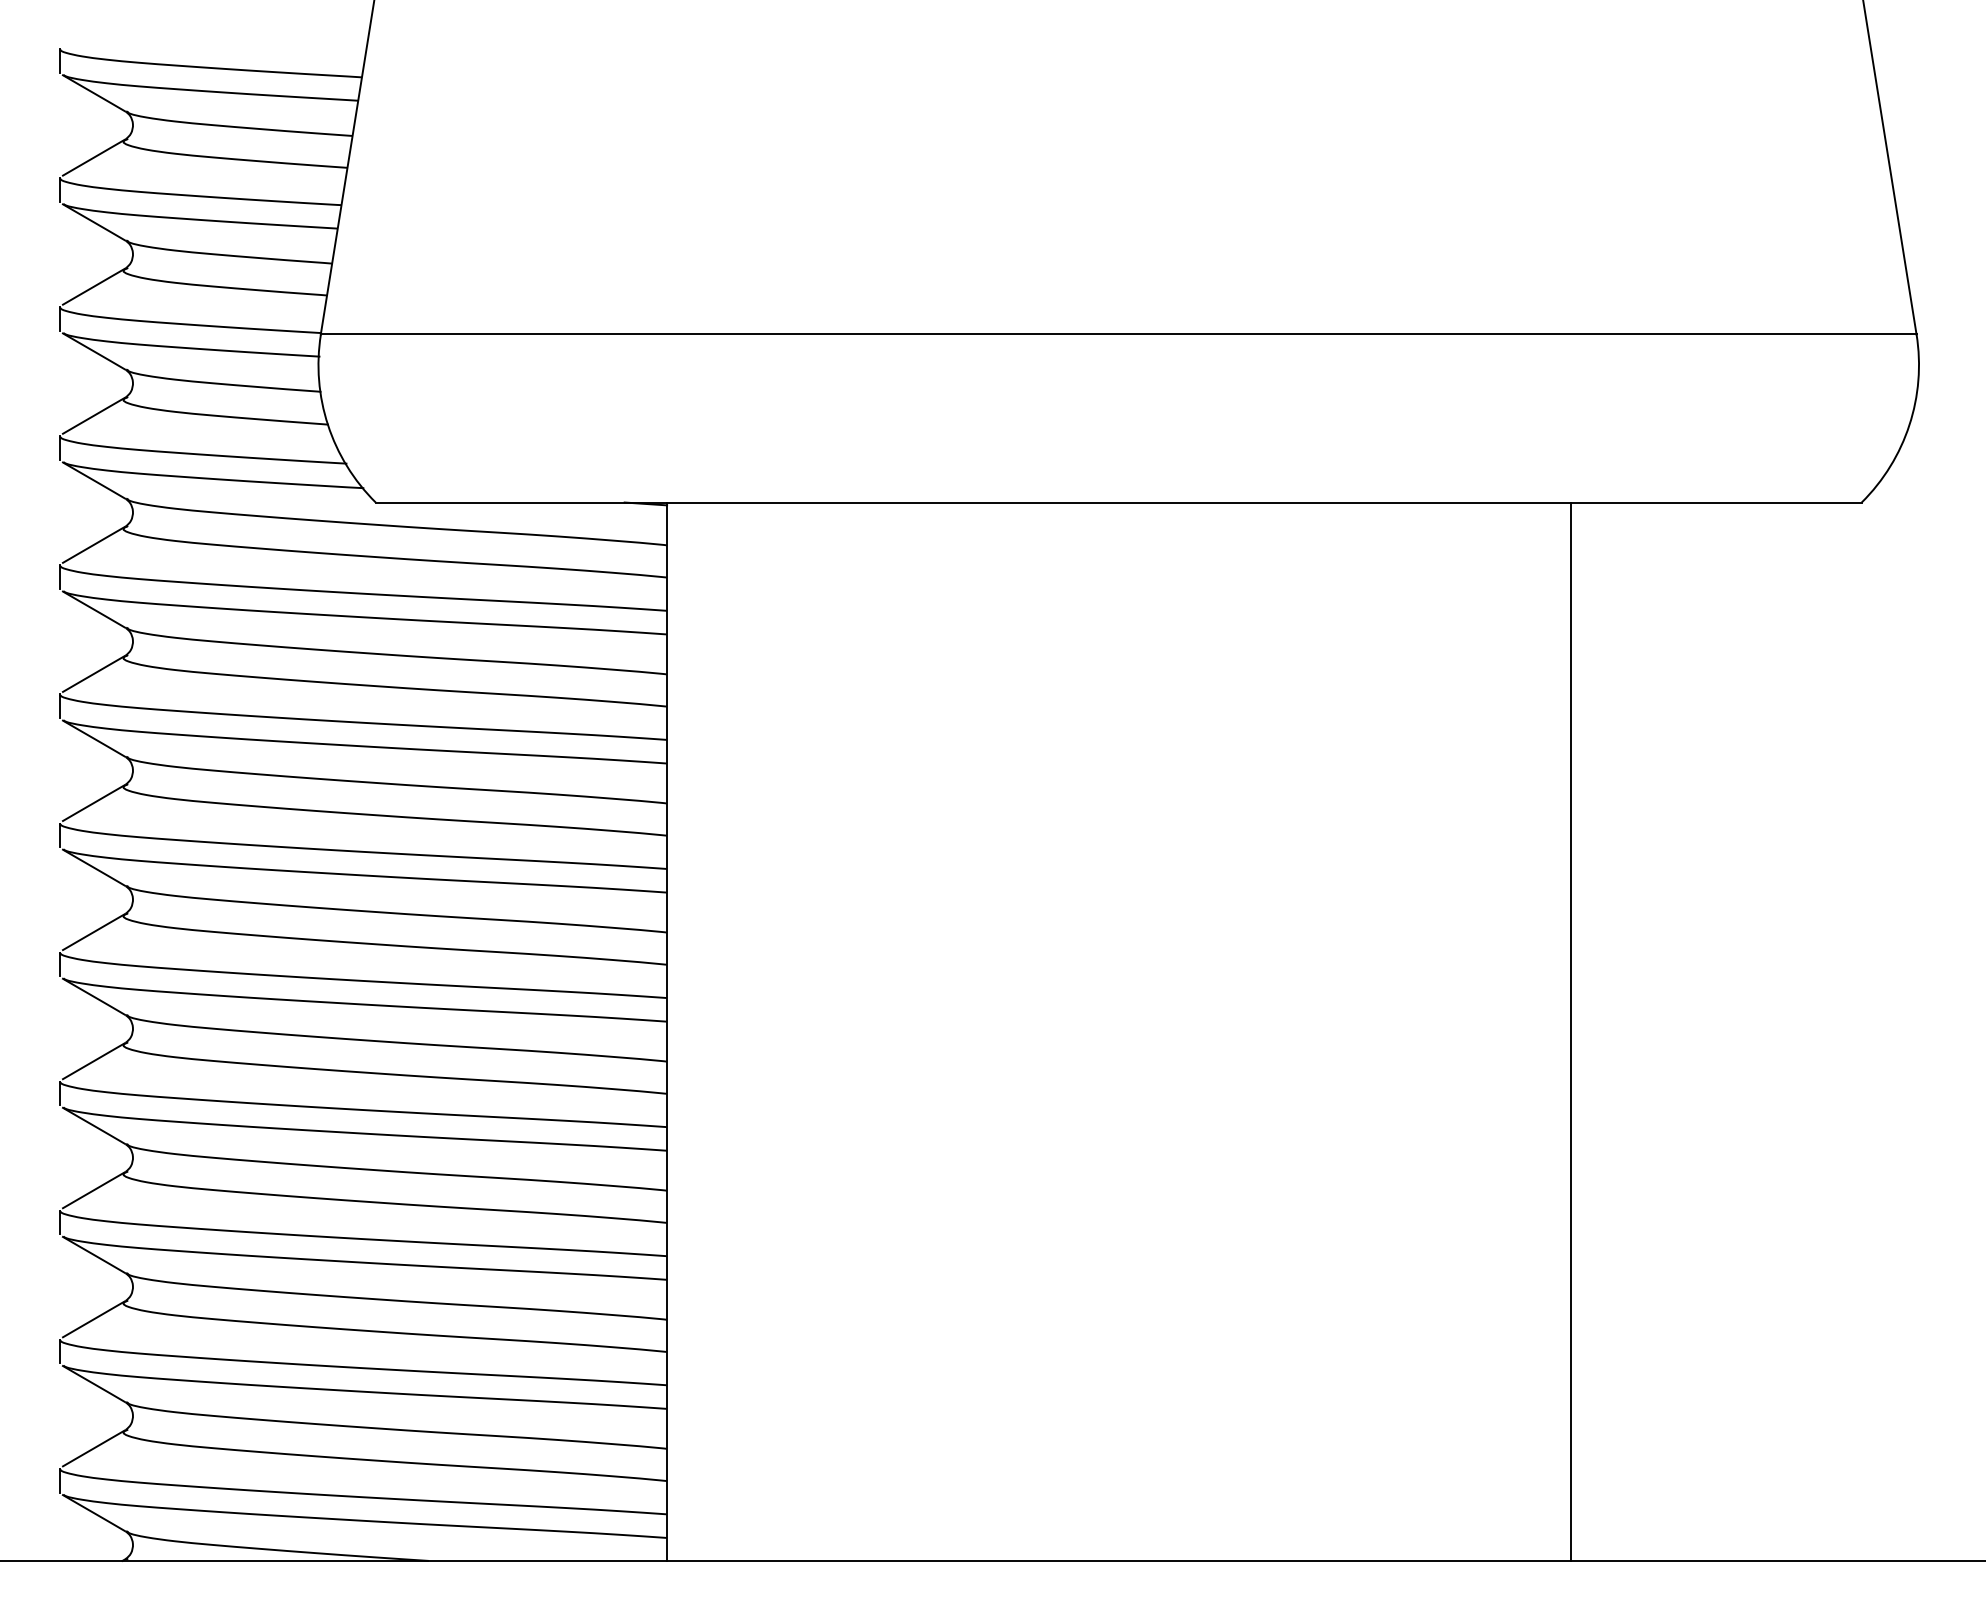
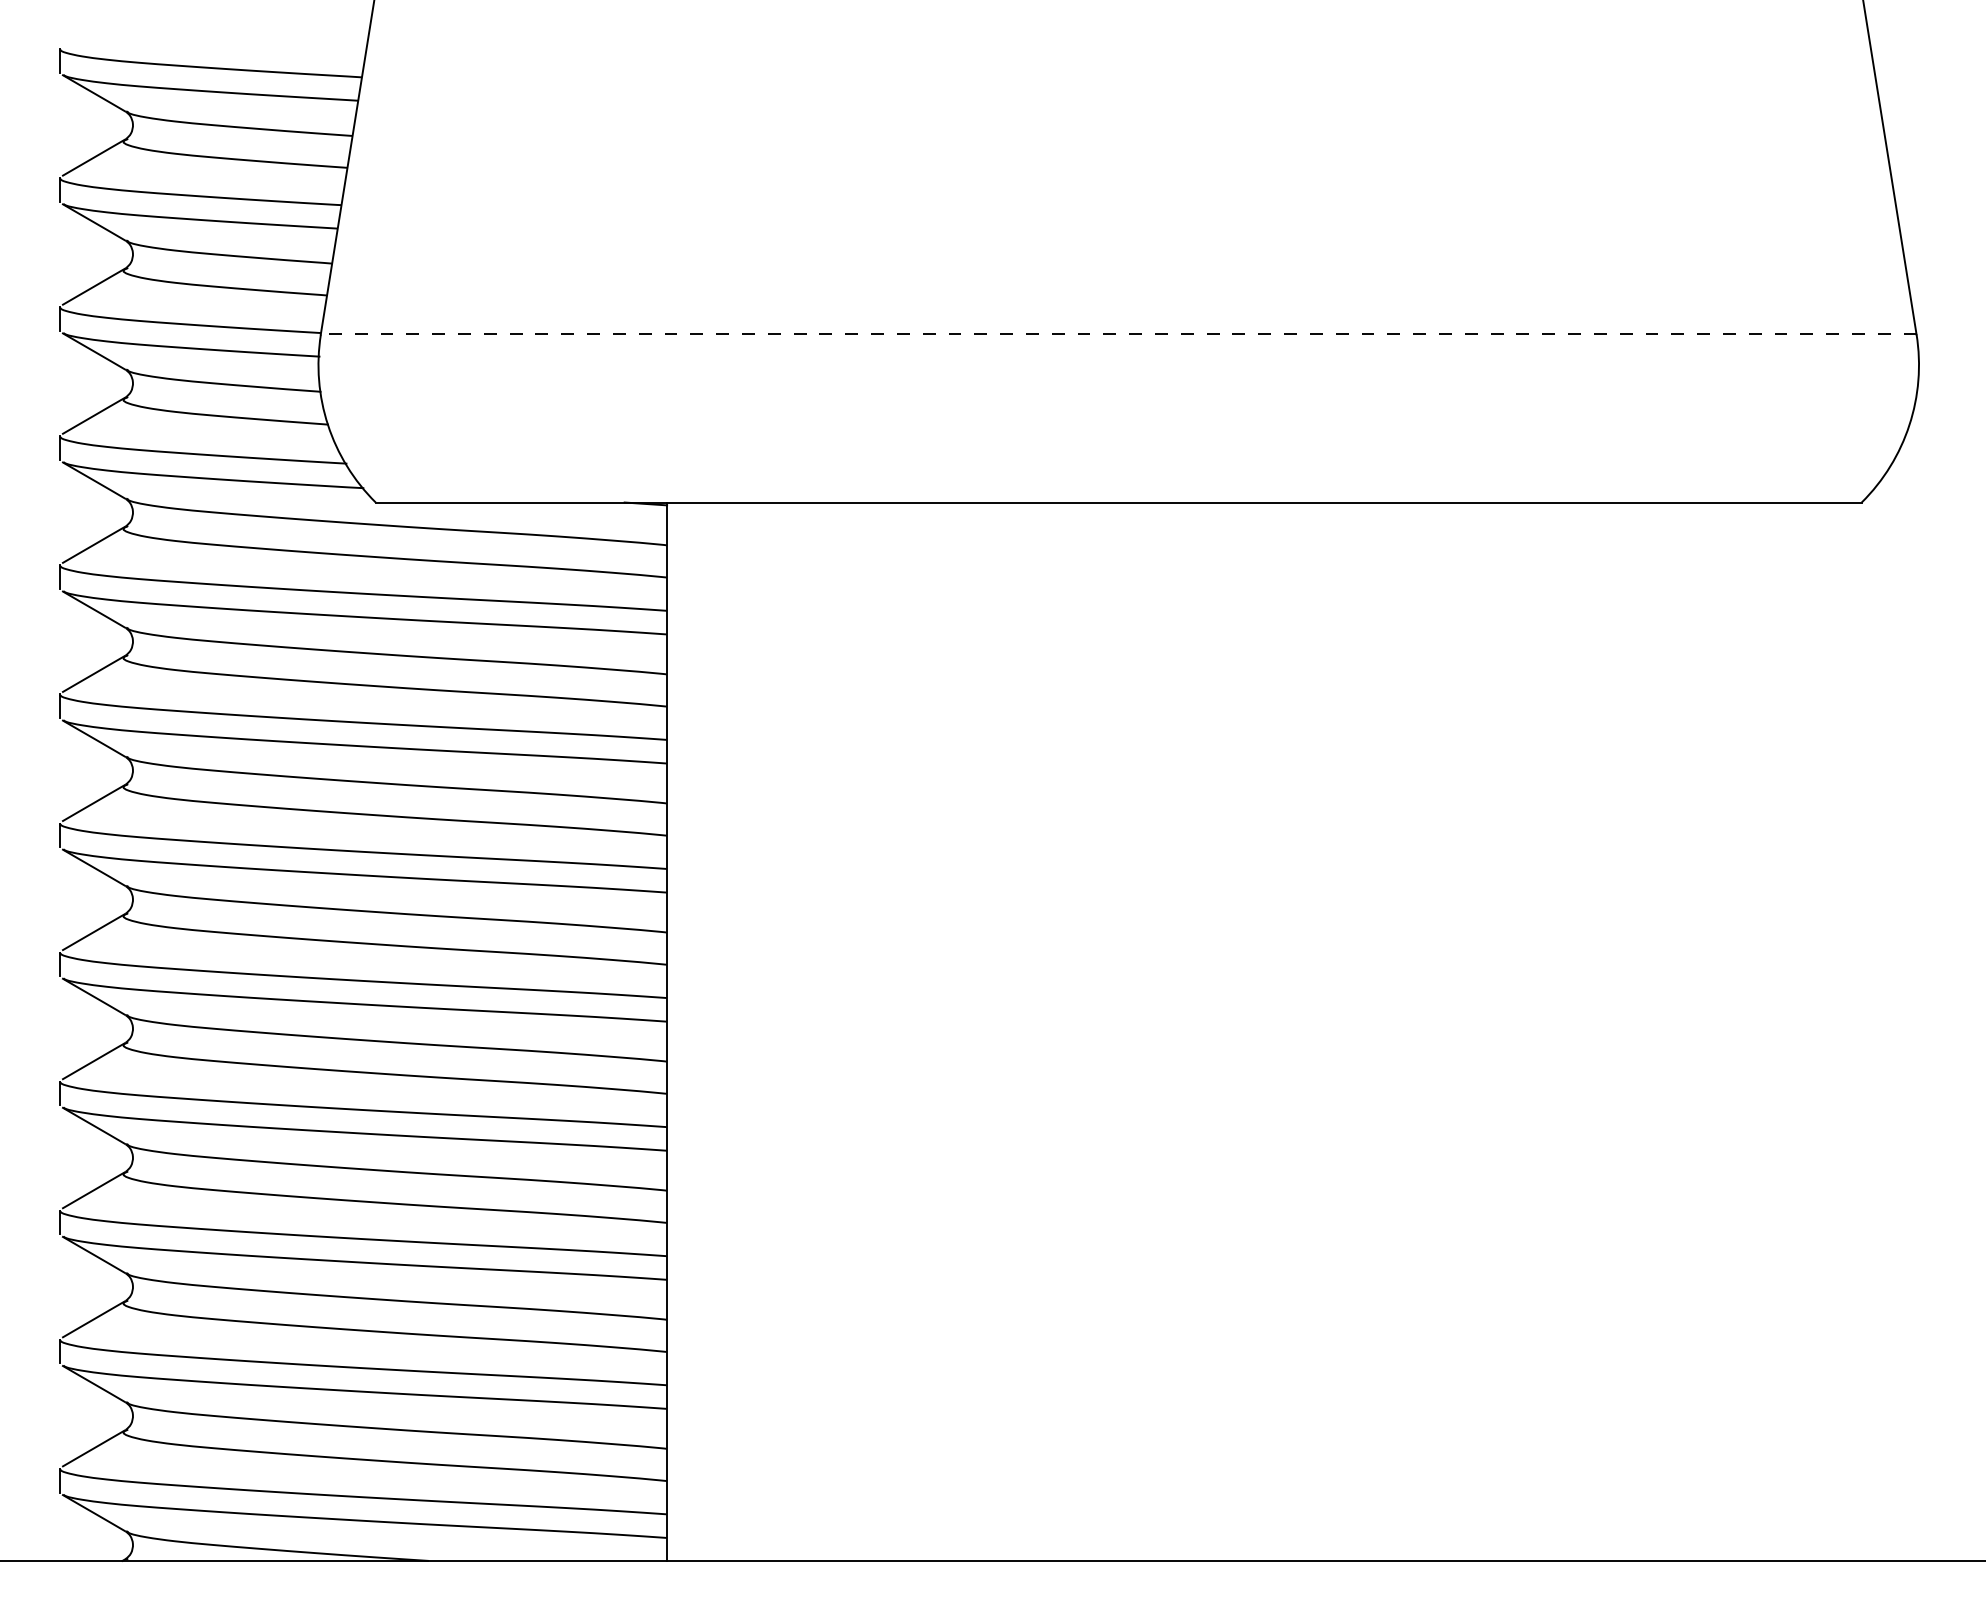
line at (1118, 334): solid -> dashed
line at (1570, 1031): present -> none
